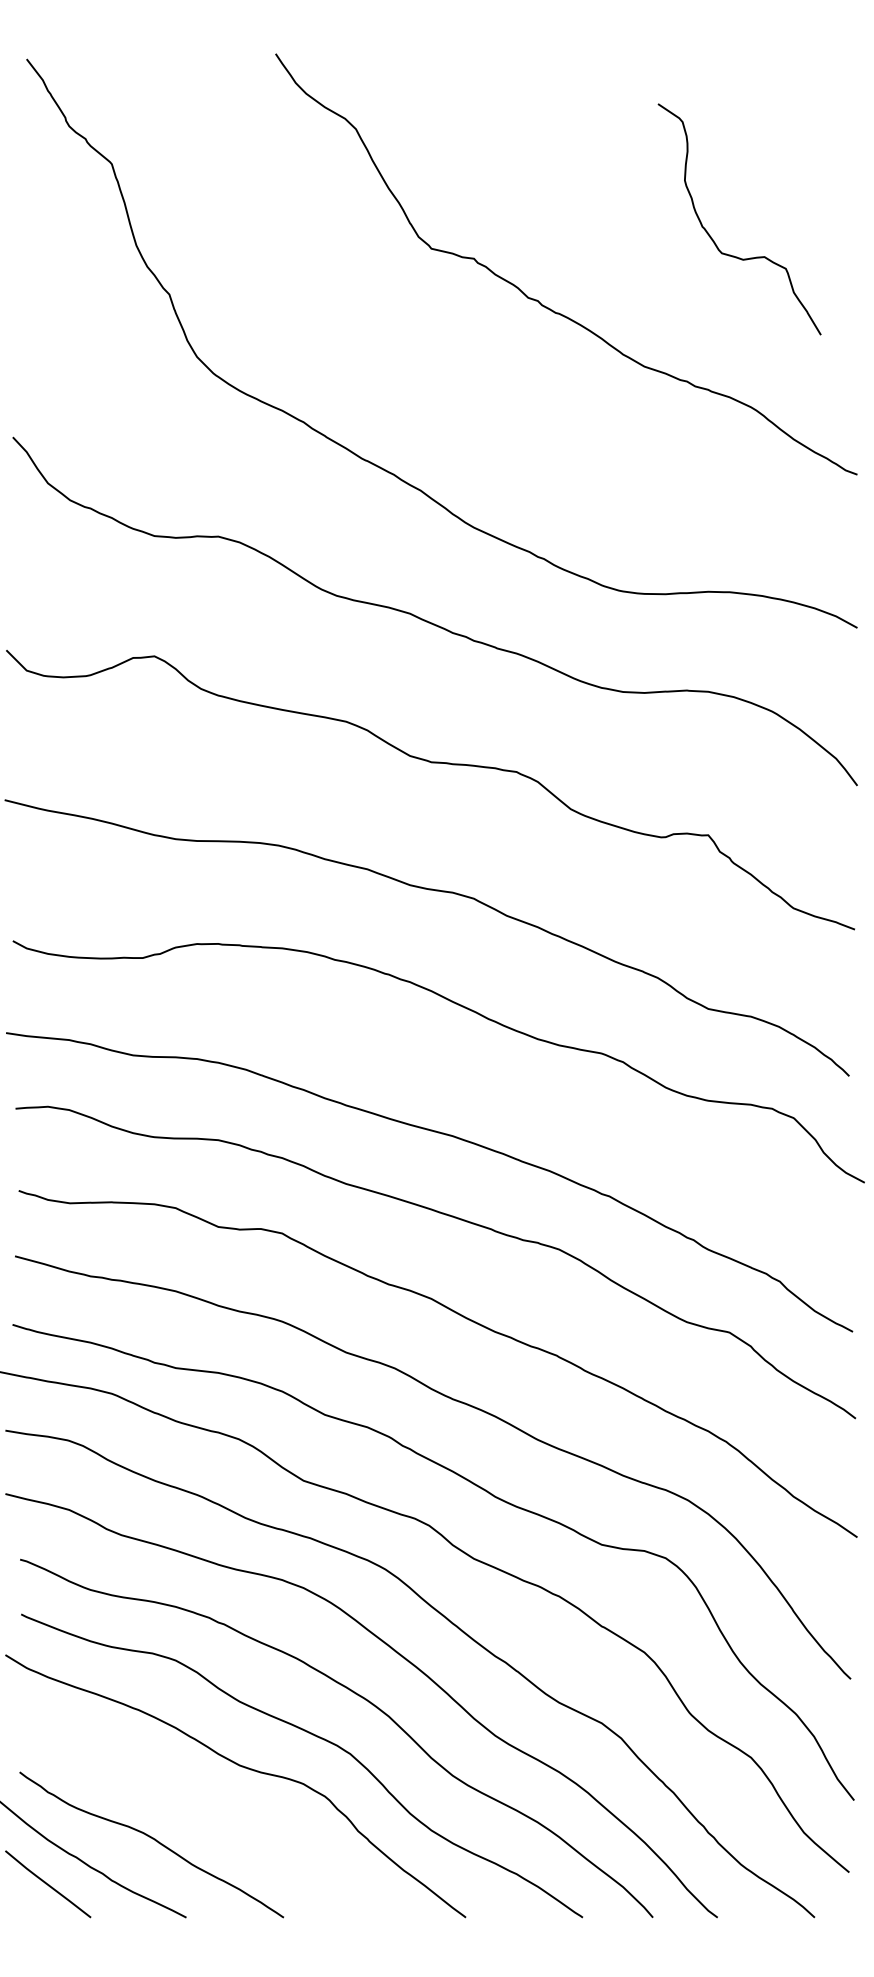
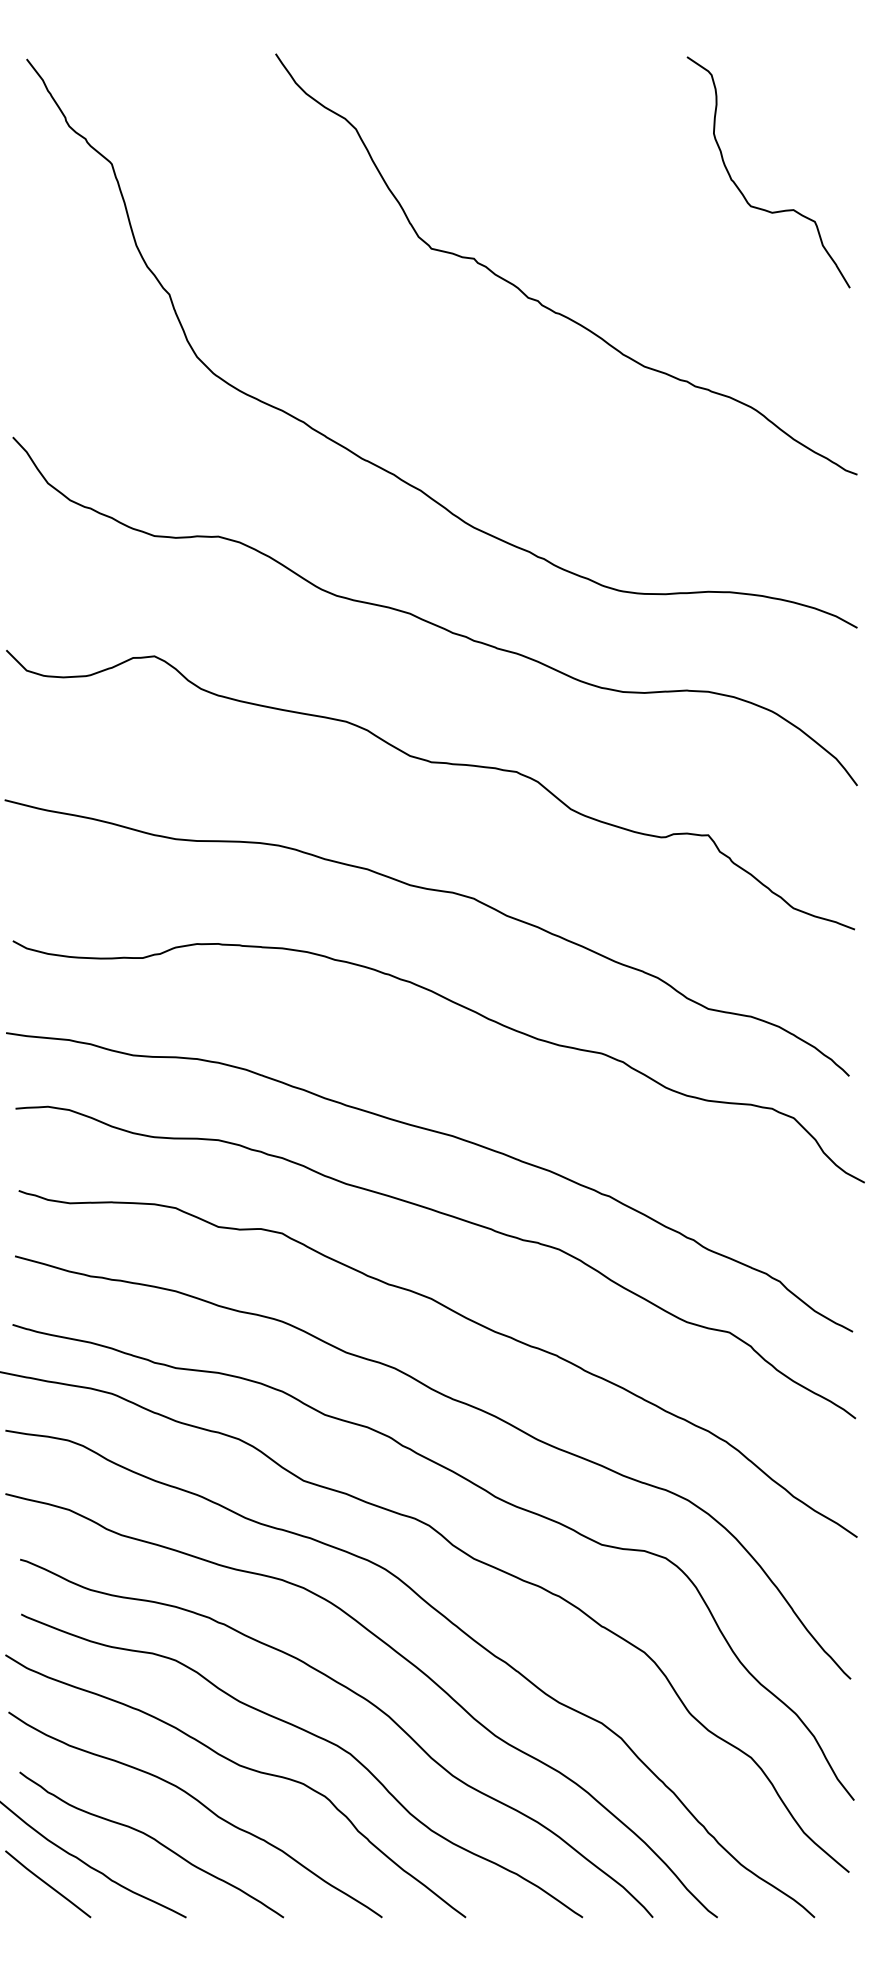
curve at (714, 240) position: (714, 240) -> (743, 193)
curve at (203, 1806): none -> present
